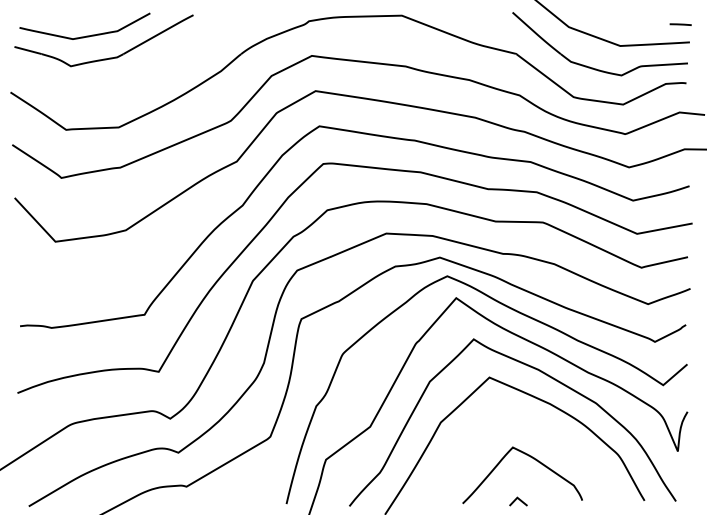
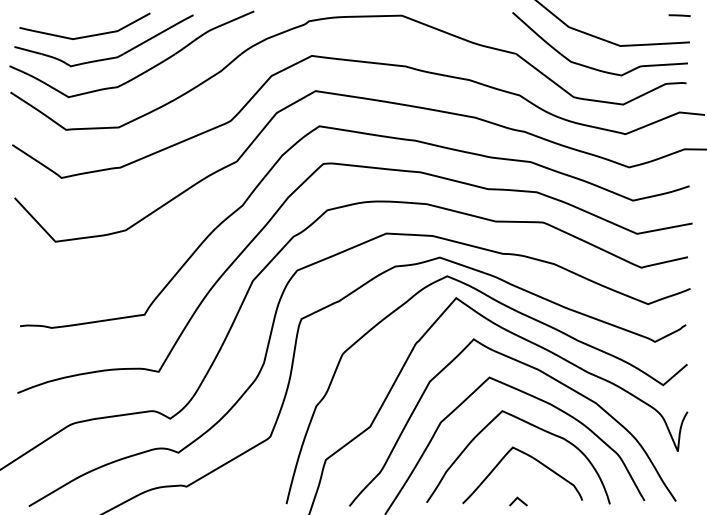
line at (680, 24) position: (680, 24) -> (679, 15)
part at (140, 73): none -> present
curve at (530, 425): none -> present
